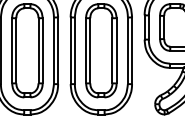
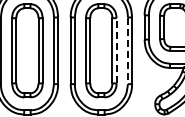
line at (116, 50): solid -> dashed
line at (127, 51): solid -> dashed
